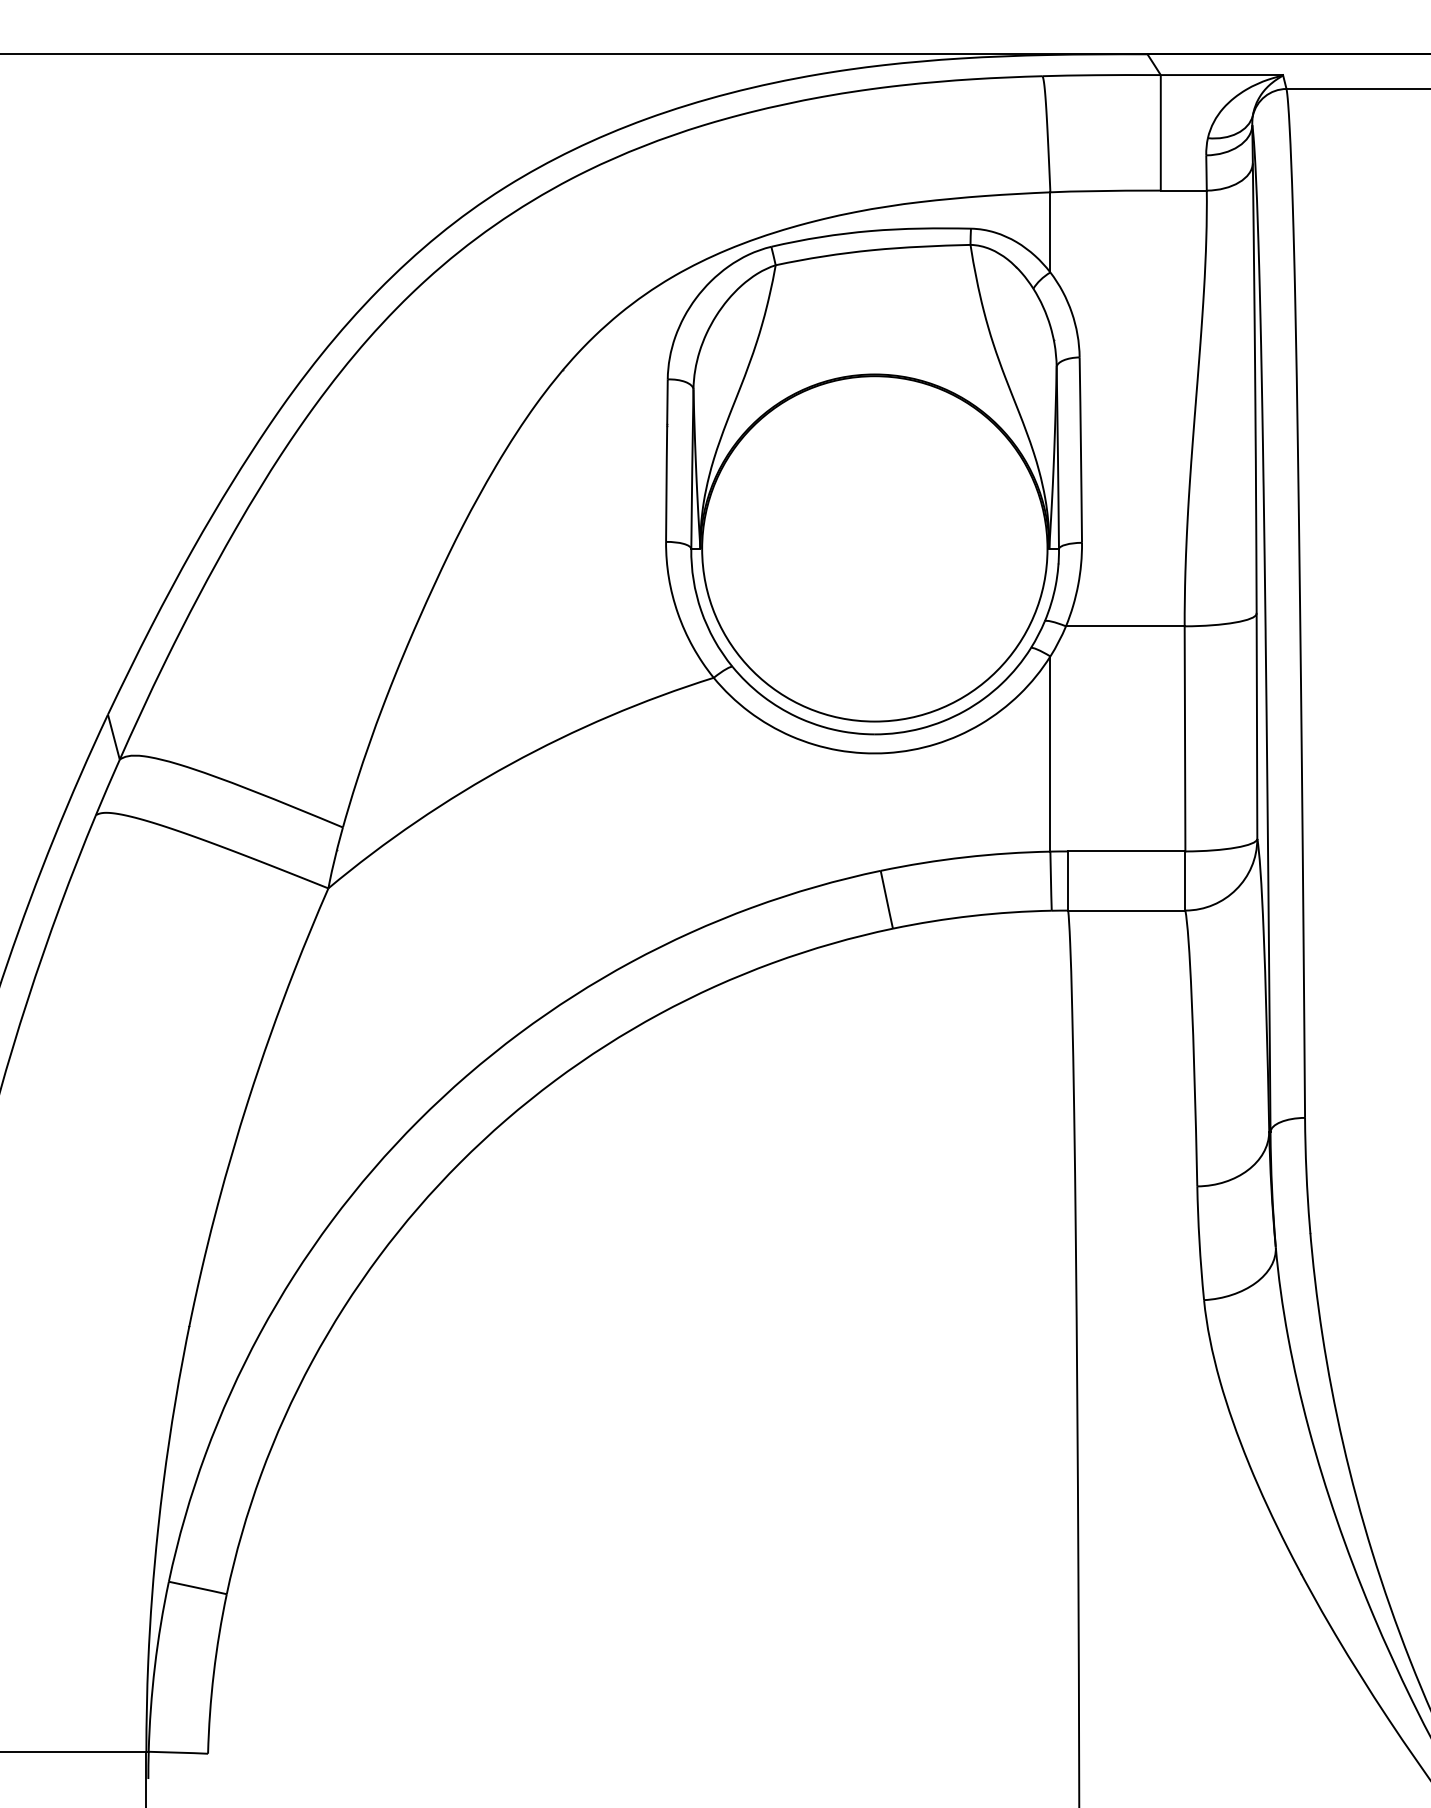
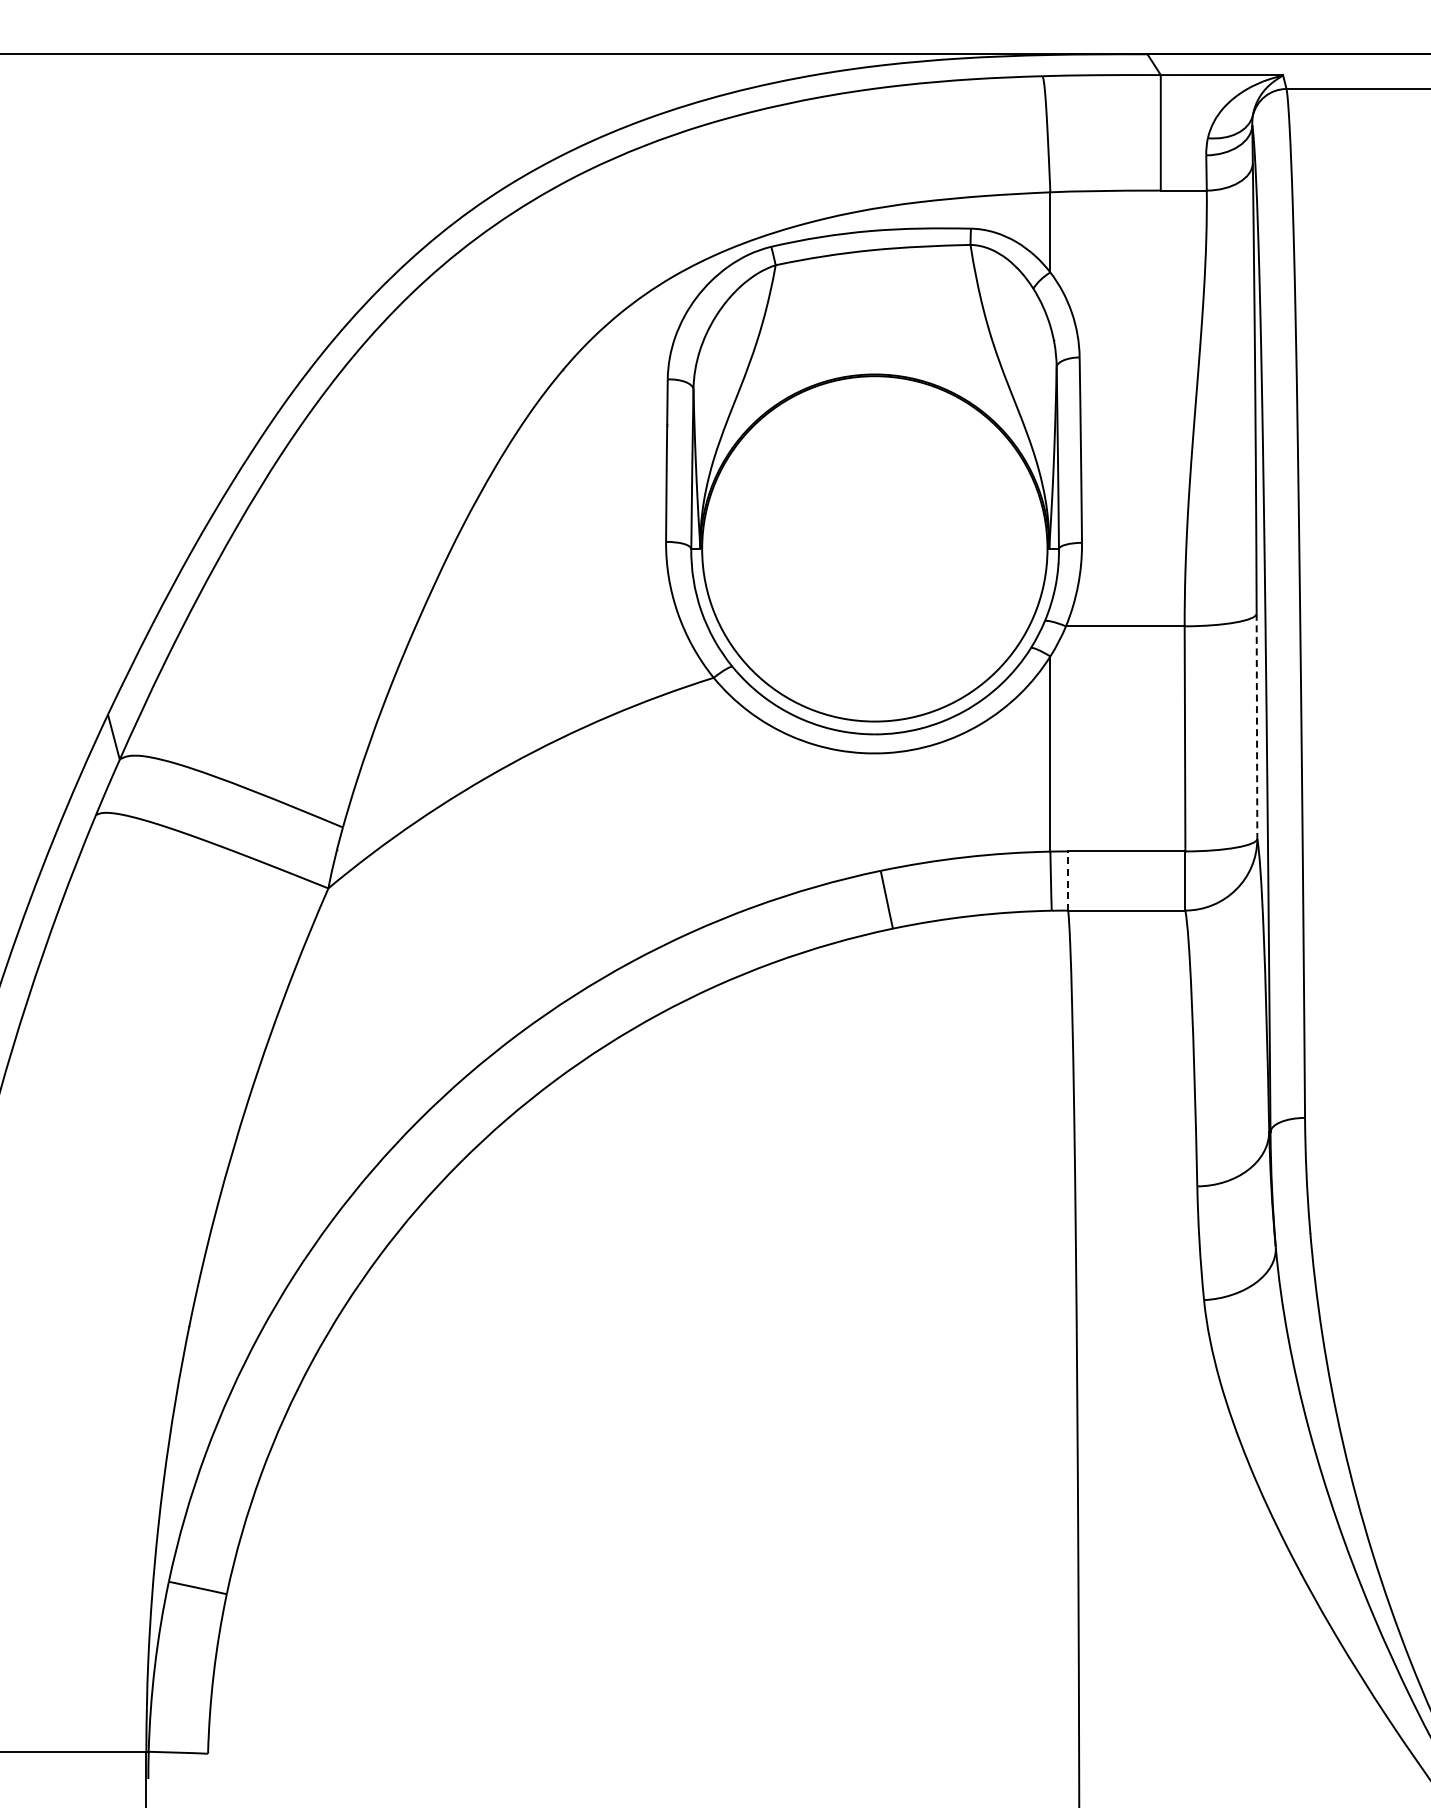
line at (1256, 726): solid -> dashed
line at (1068, 881): solid -> dashed
